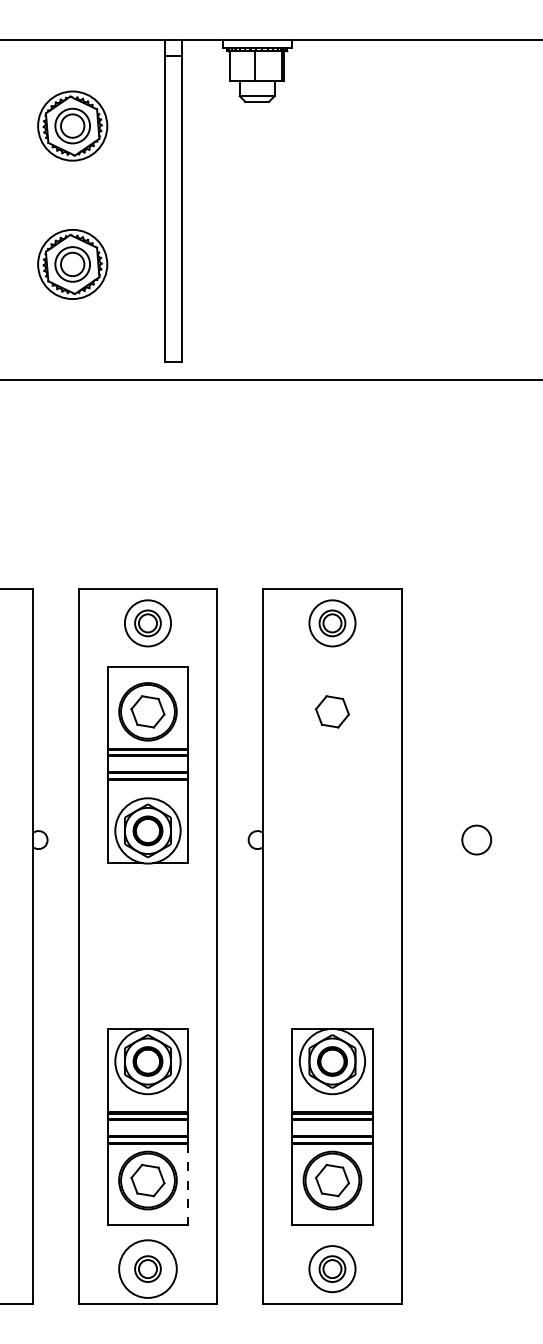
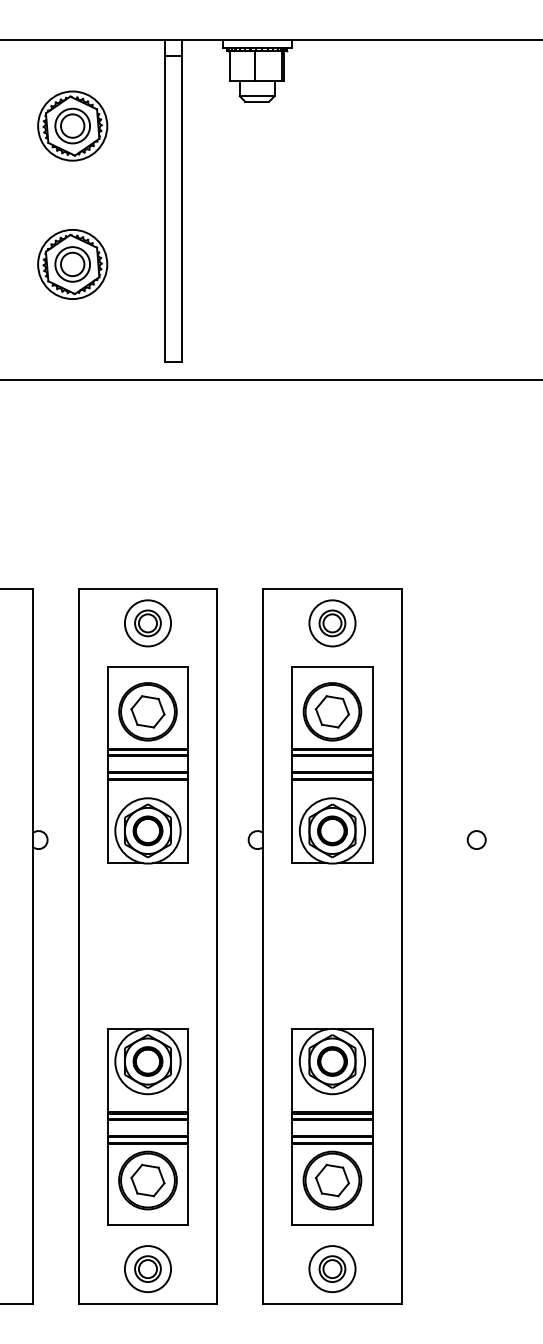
part at (332, 765): none -> present
circle at (476, 839) diameter: 29 px -> 18 px
line at (188, 1184): dashed -> solid
circle at (147, 1268) diameter: 58 px -> 46 px
